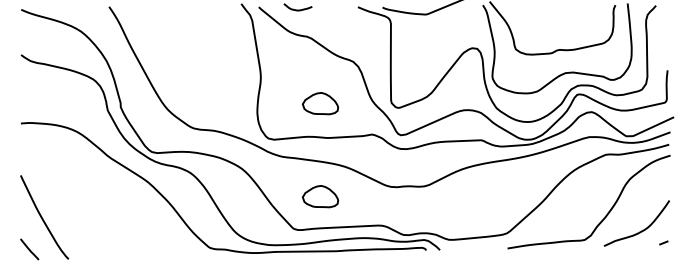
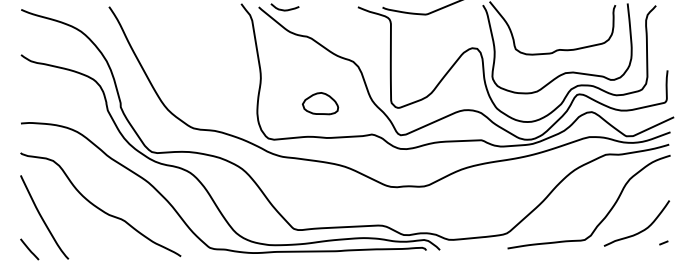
curve at (297, 9) position: (297, 9) -> (284, 9)
part at (320, 196): present -> none
curve at (99, 207): none -> present
